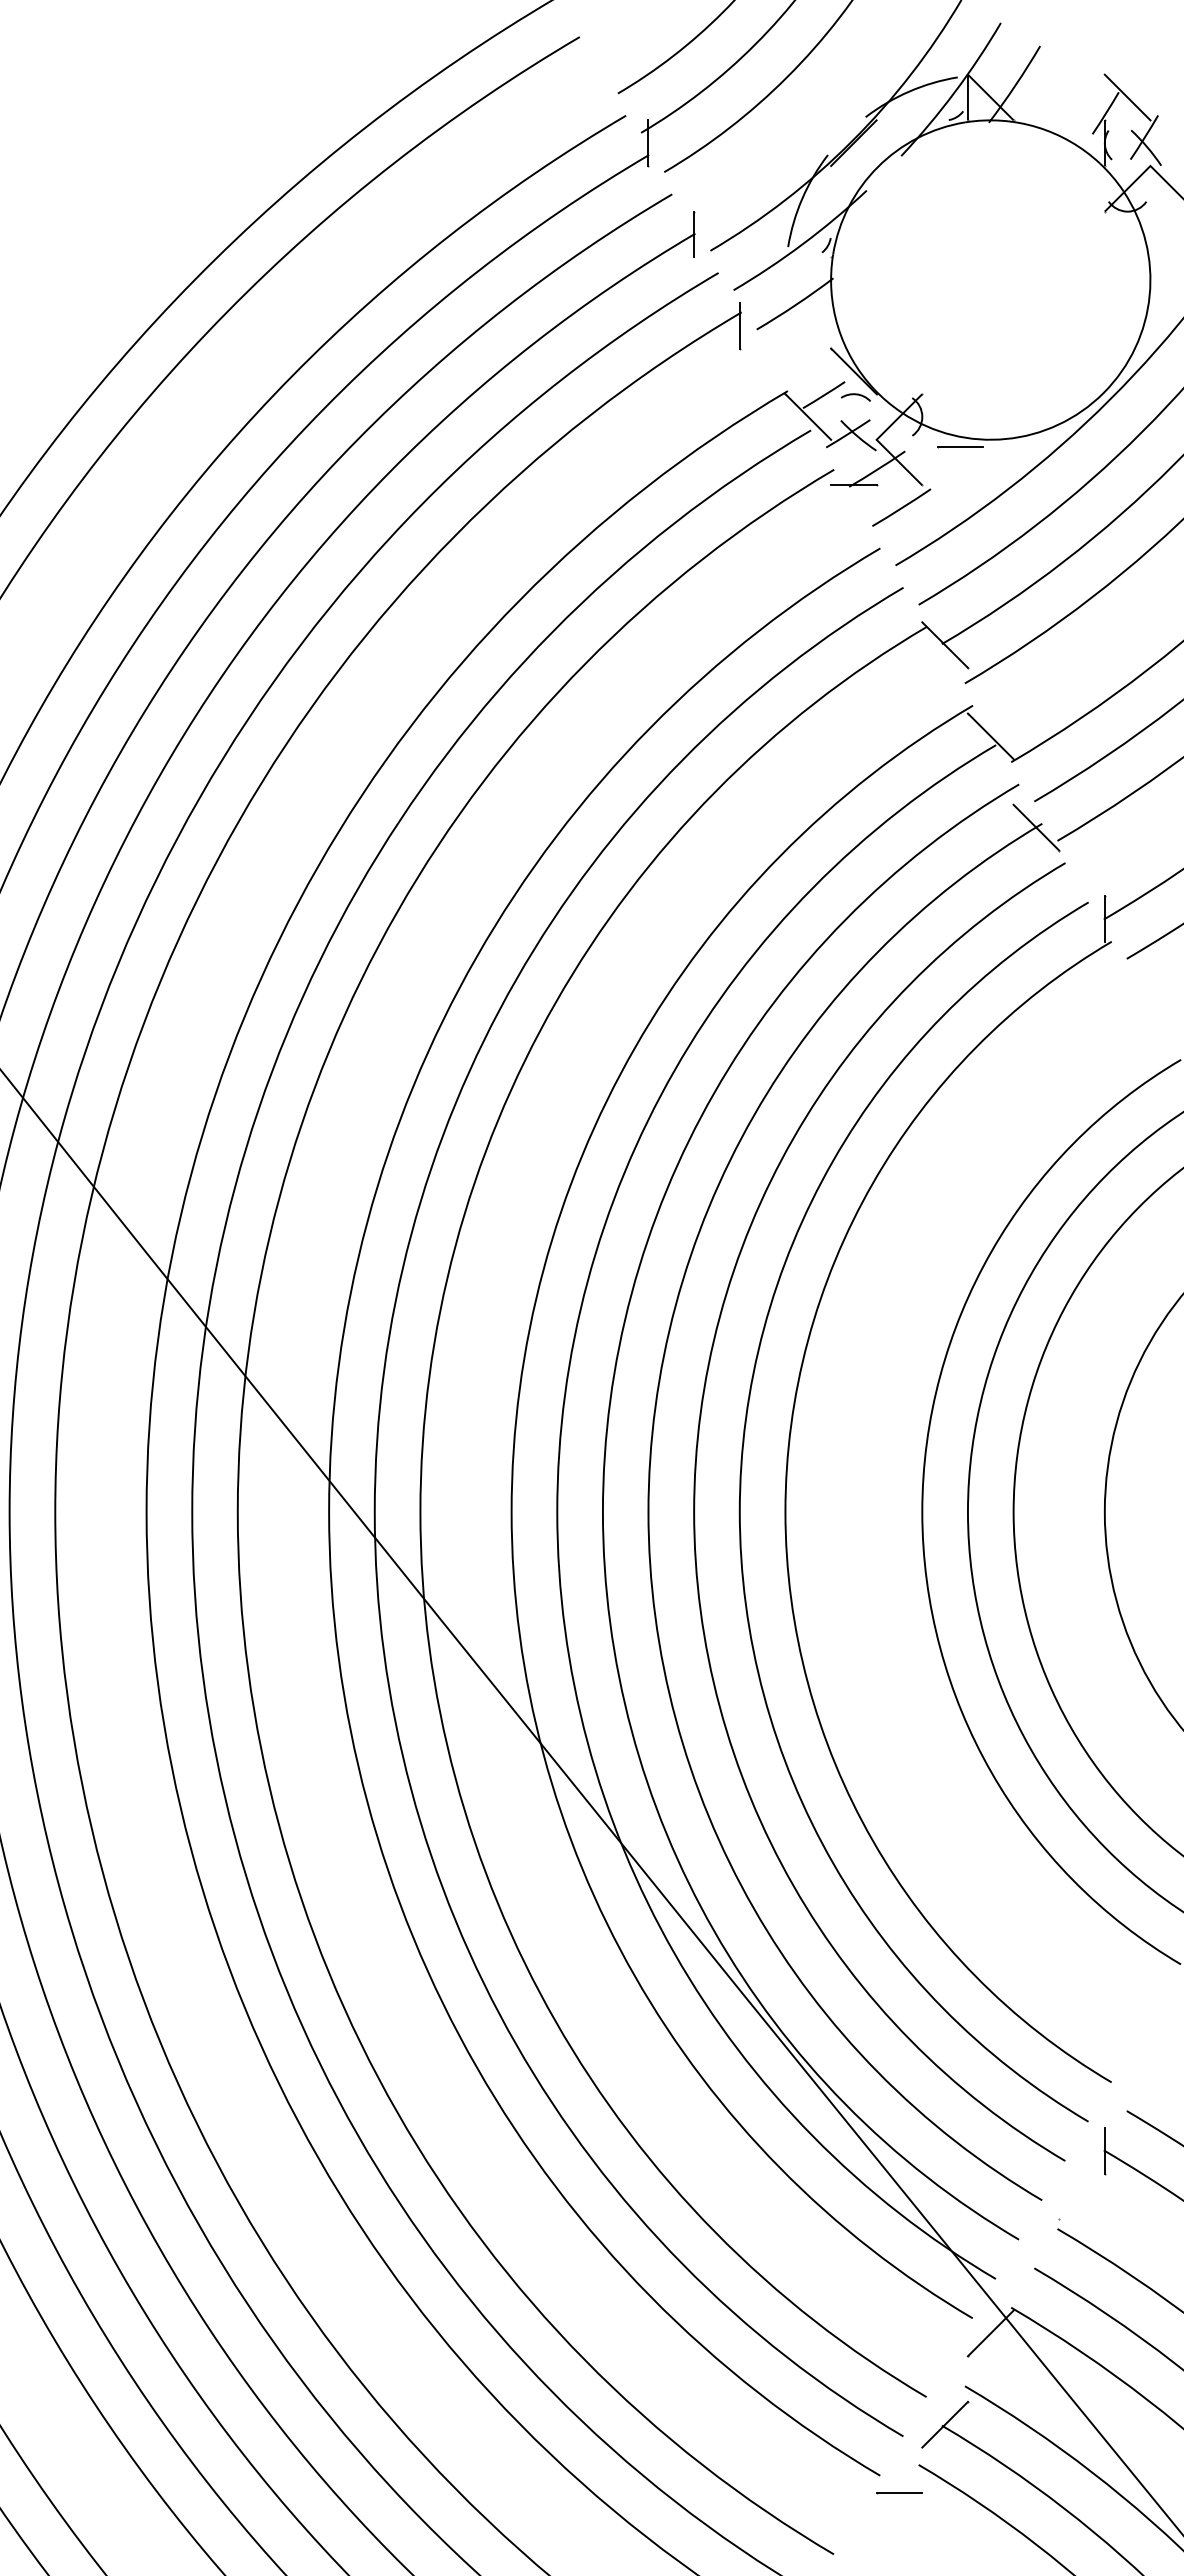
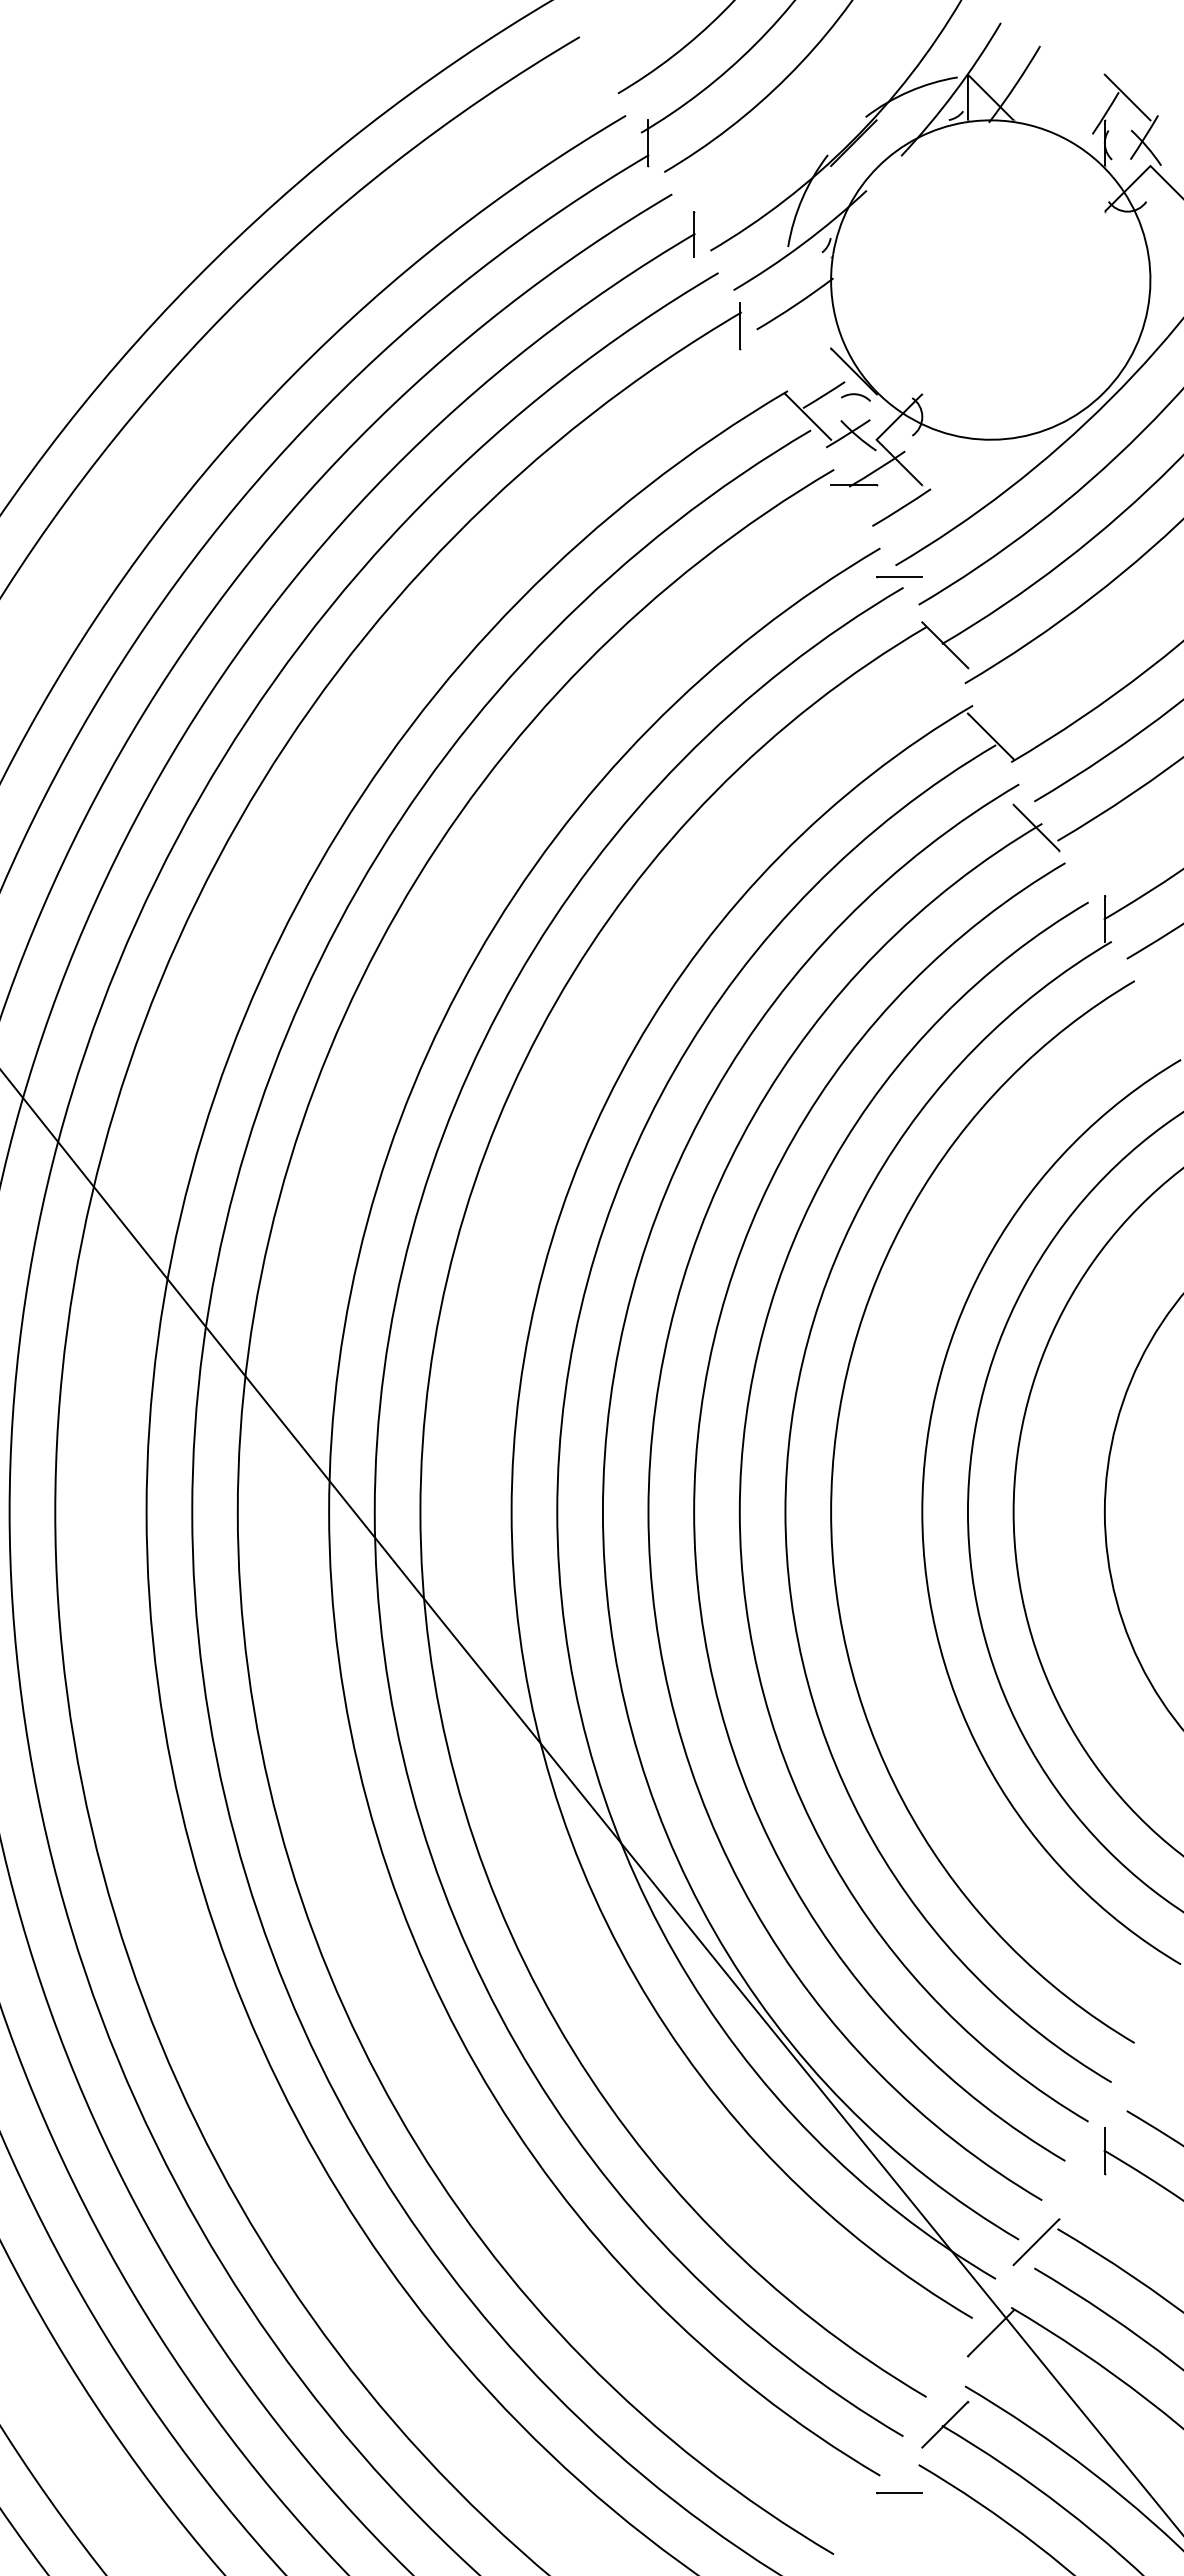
line at (960, 447) position: (960, 447) -> (899, 577)
curve at (832, 1505): none -> present
line at (1036, 2242): none -> present
